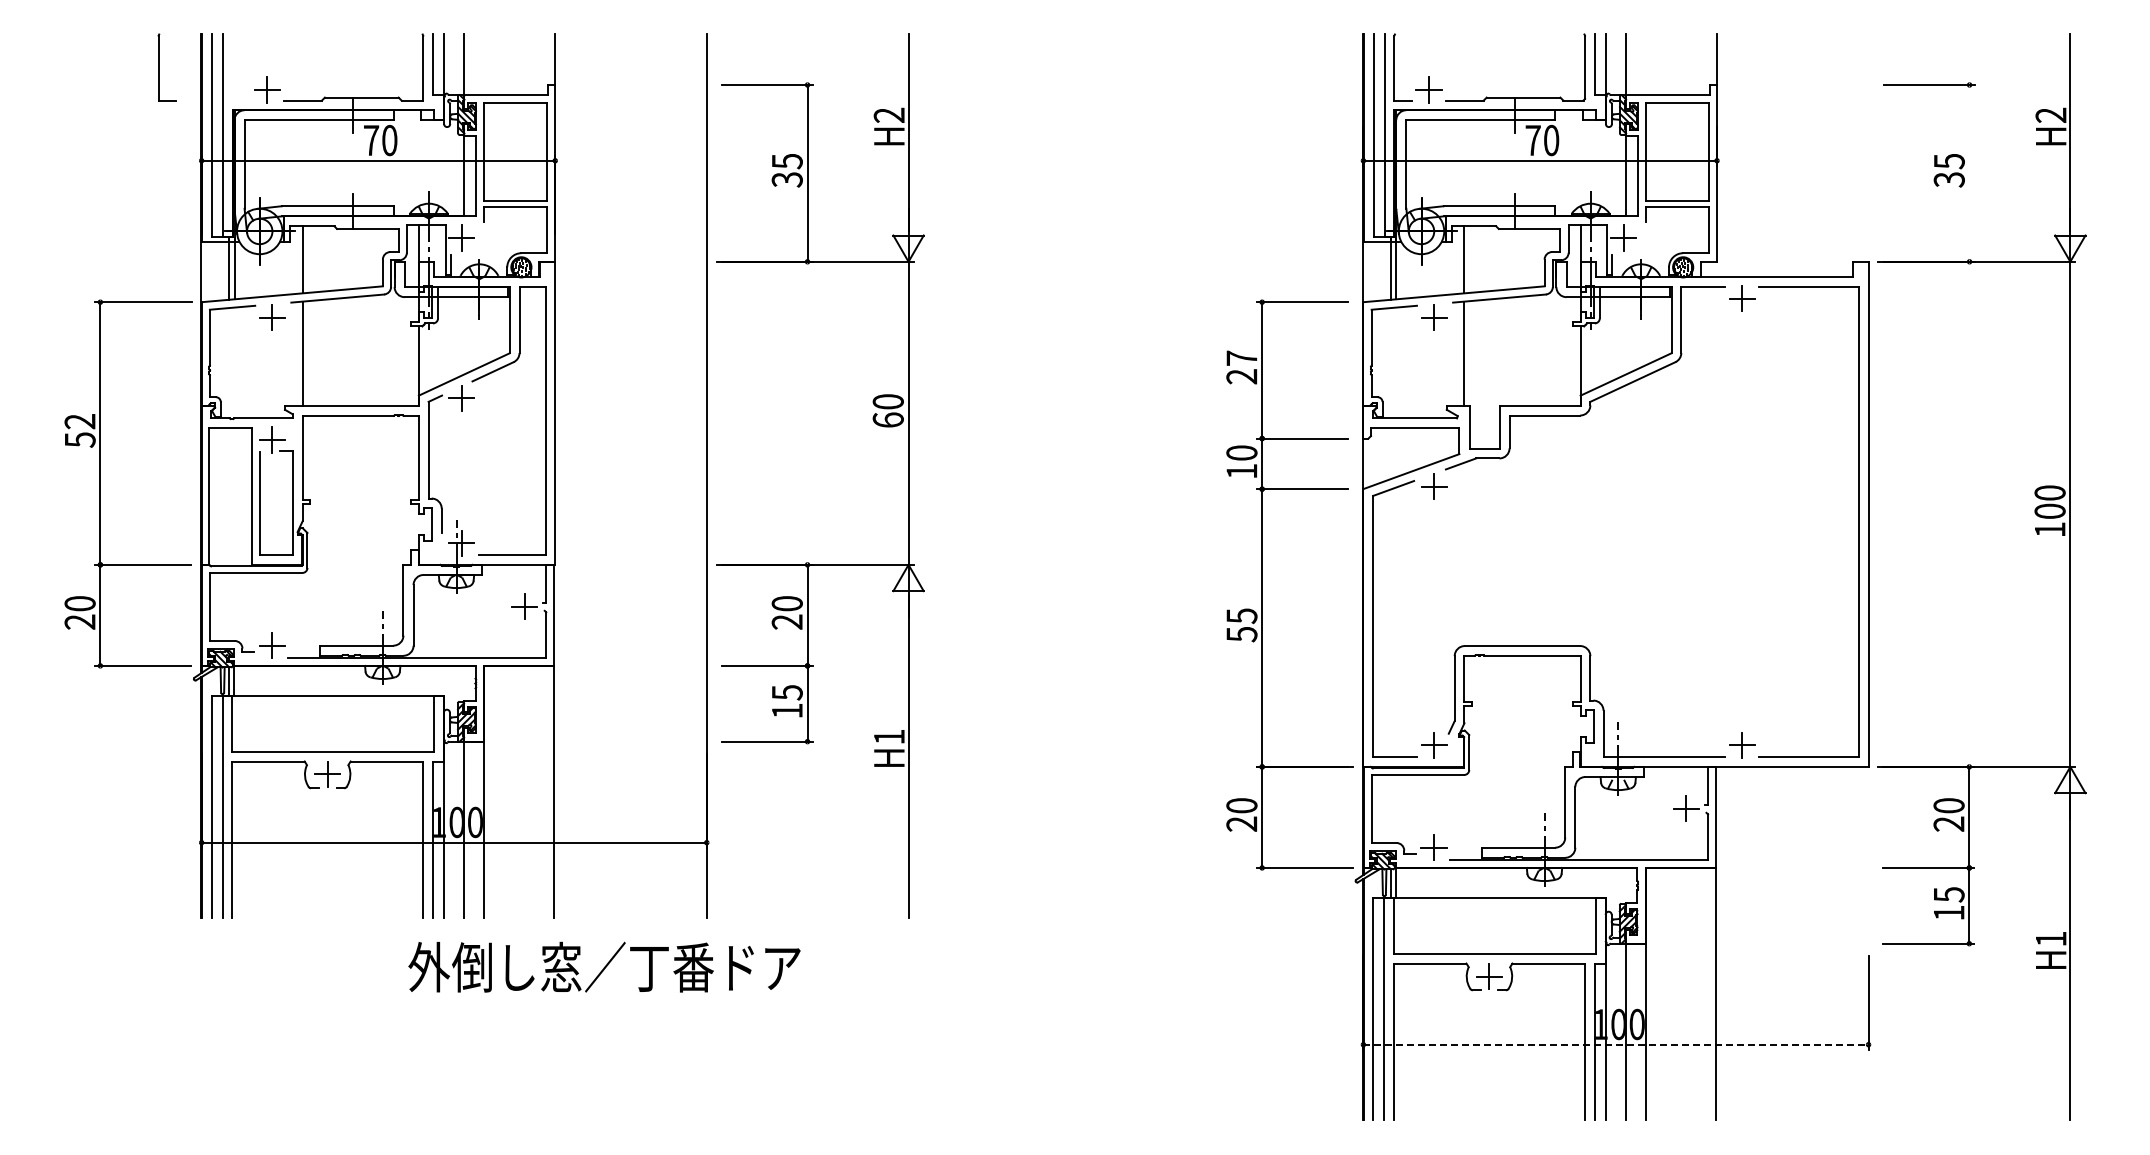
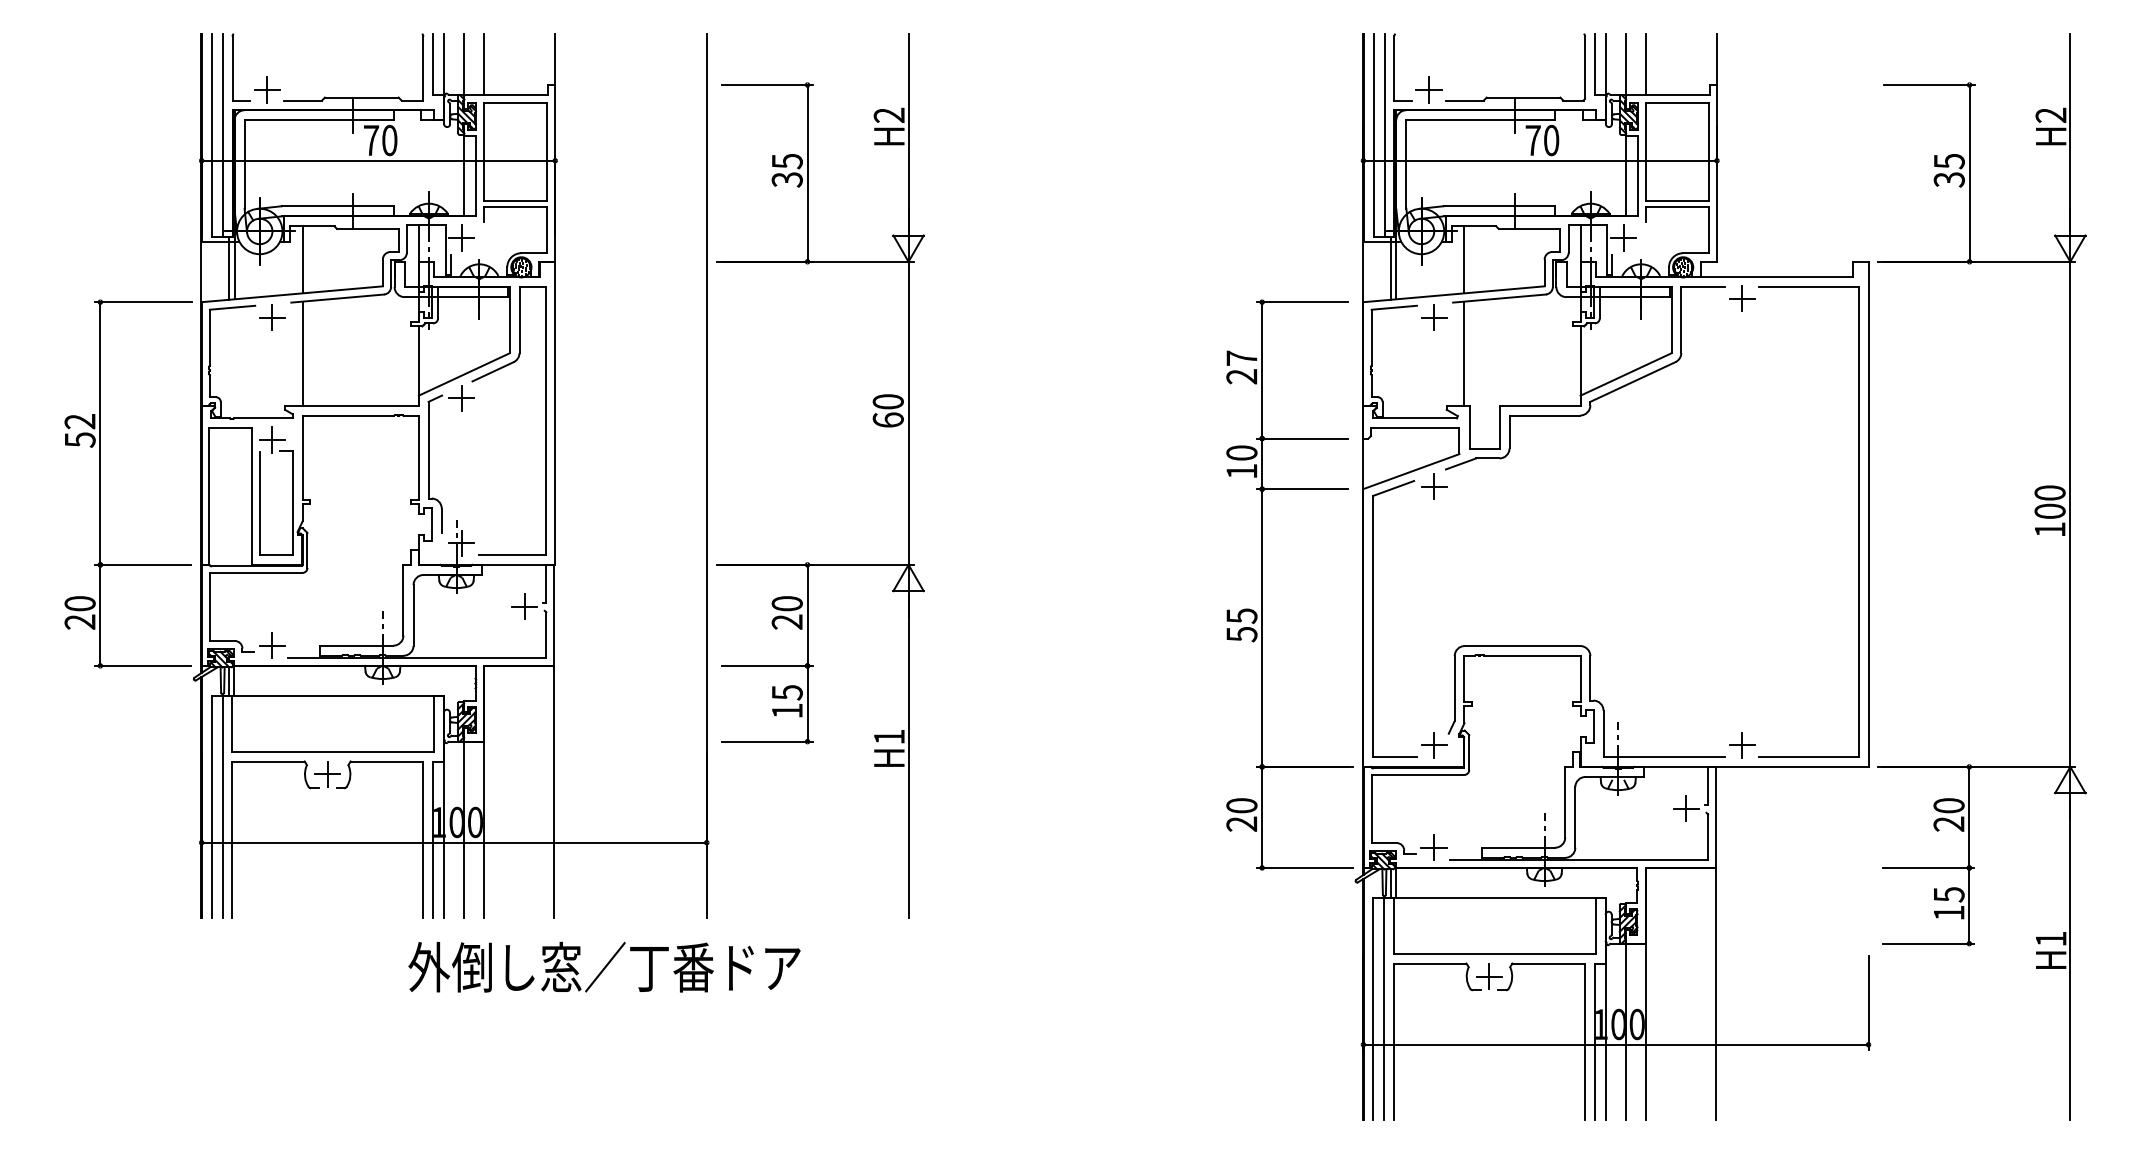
line at (484, 64): none -> present
line at (1645, 64): none -> present
part at (159, 67) position: (159, 67) -> (233, 67)
line at (1969, 173): none -> present
line at (1615, 1044): dashed -> solid
